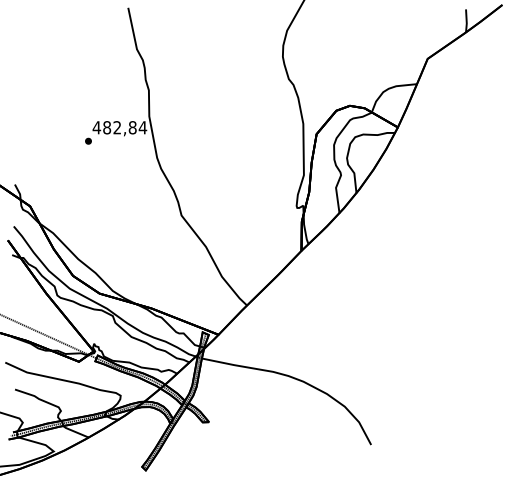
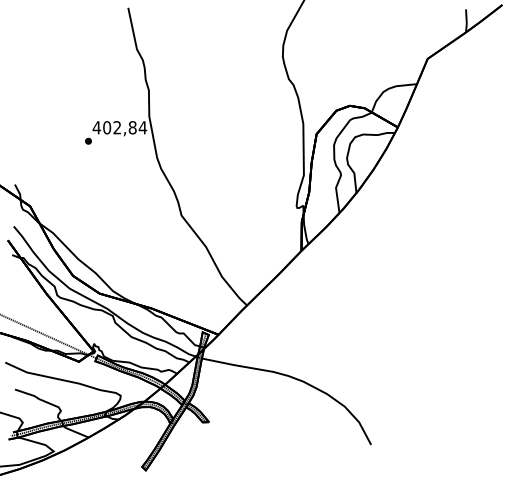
text at (107, 127): 482,84 -> 402,84
